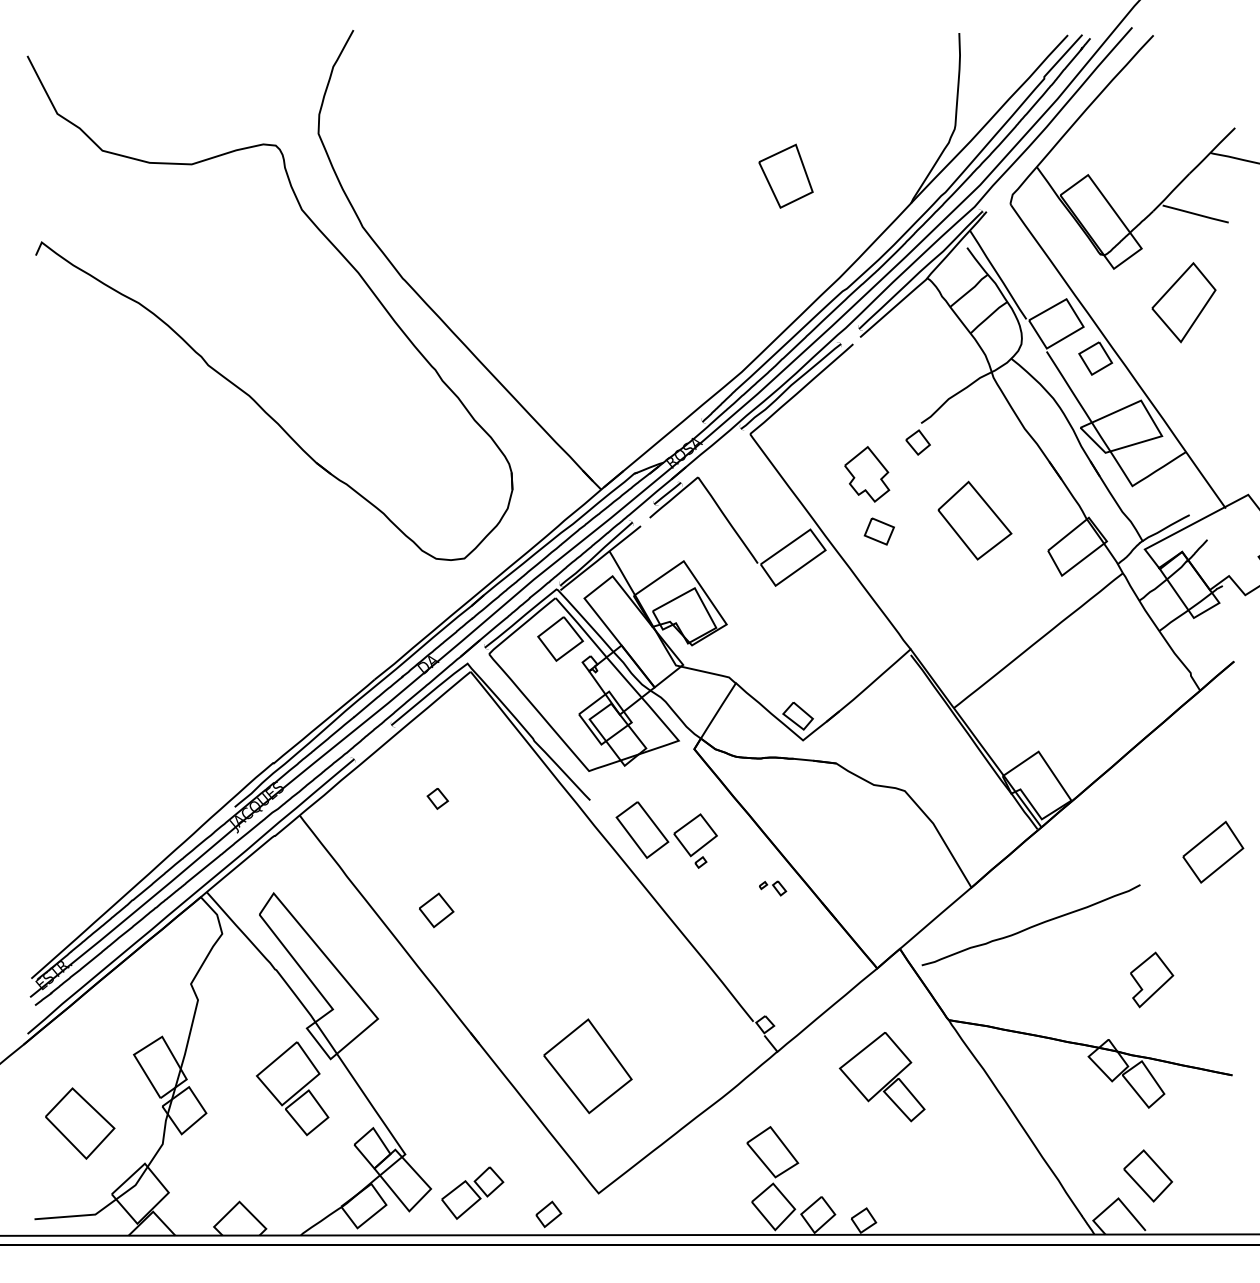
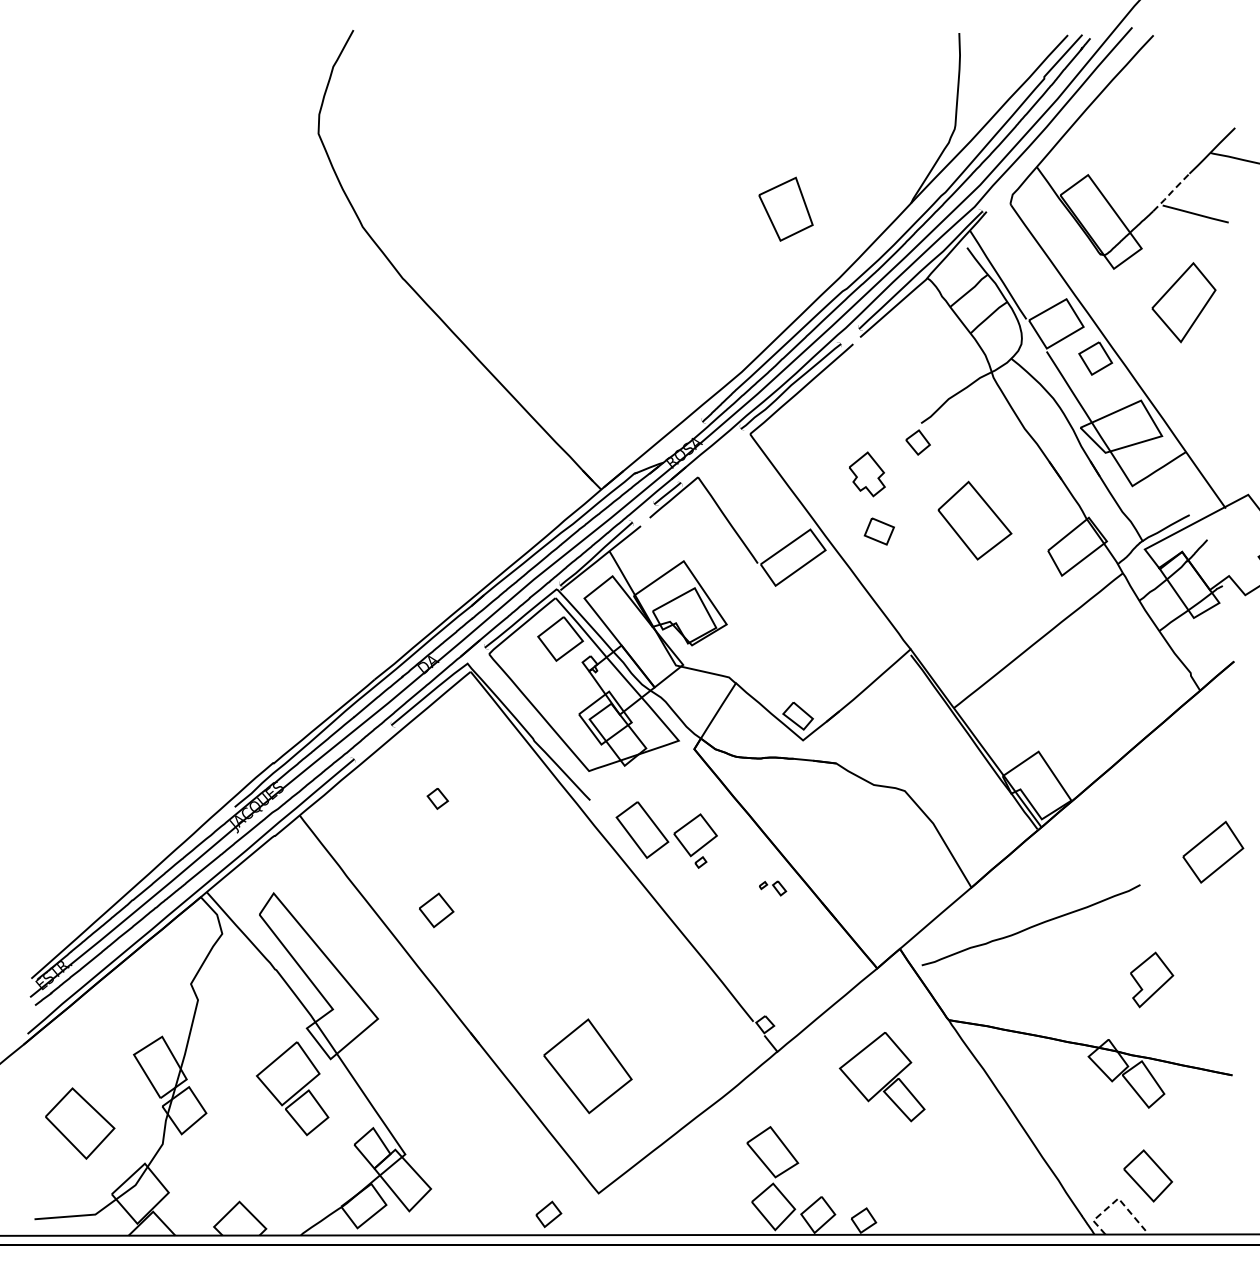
part at (785, 175) position: (785, 175) -> (785, 208)
line at (1170, 192): solid -> dashed
part at (218, 371): present -> none
part at (867, 474) size: 47x57 px -> 37x47 px
part at (472, 1192): present -> none
line at (1114, 1201): solid -> dashed
